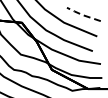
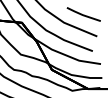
line at (82, 15): dashed -> solid
